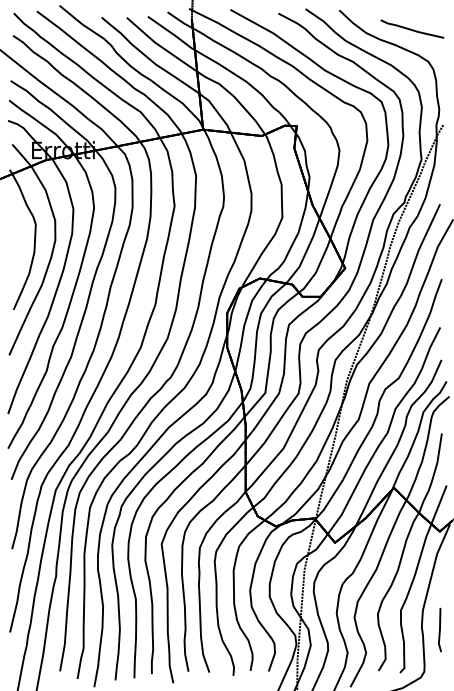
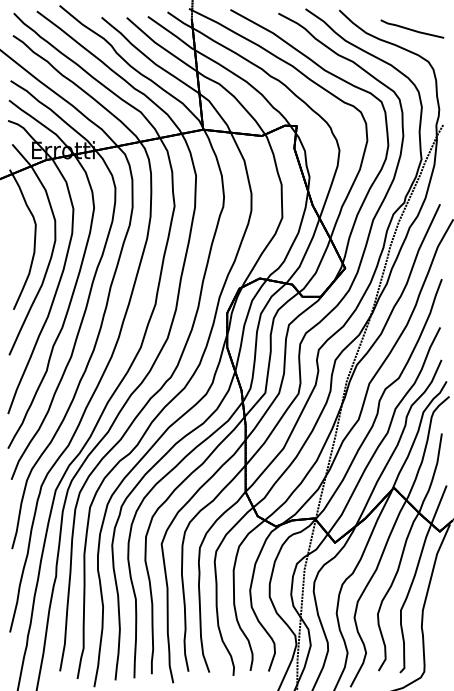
part at (439, 629): present -> none
